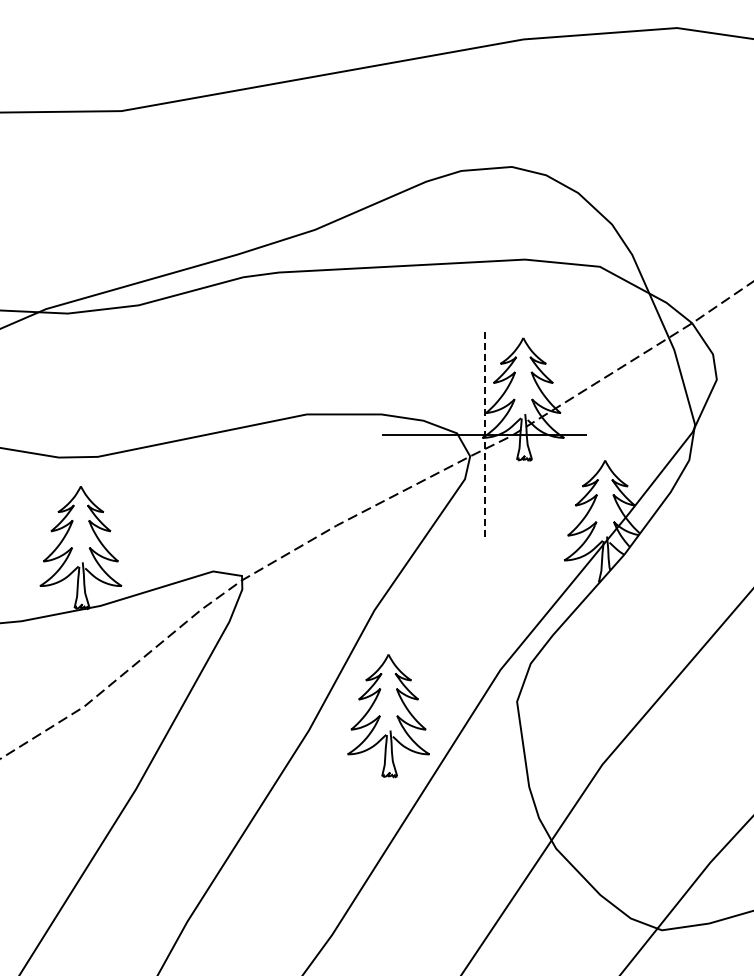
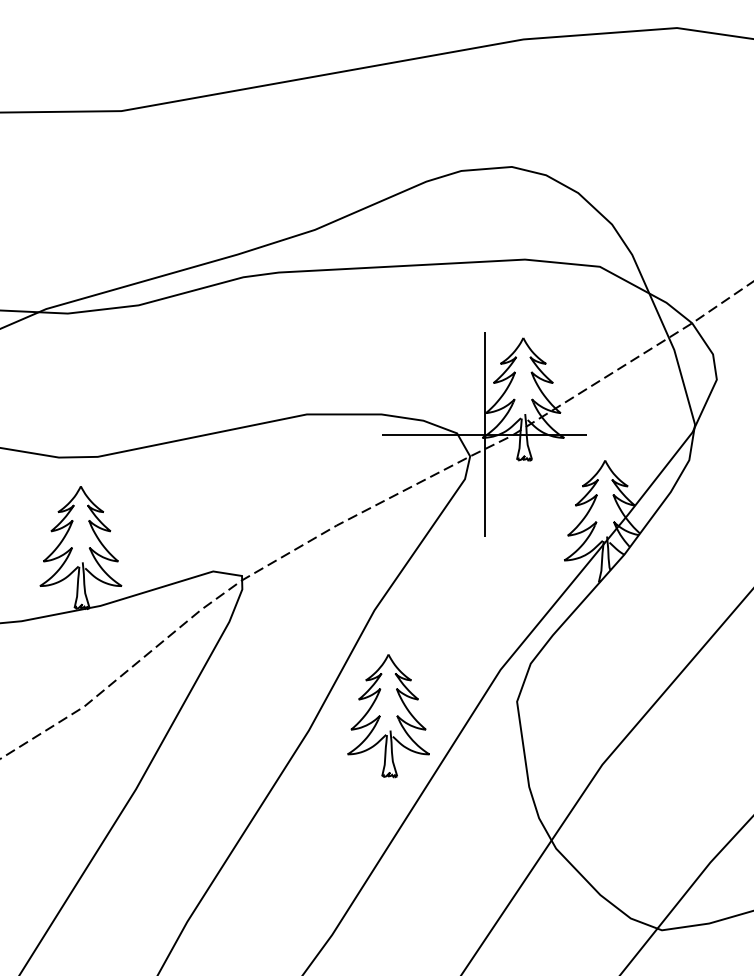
line at (484, 434): dashed -> solid
